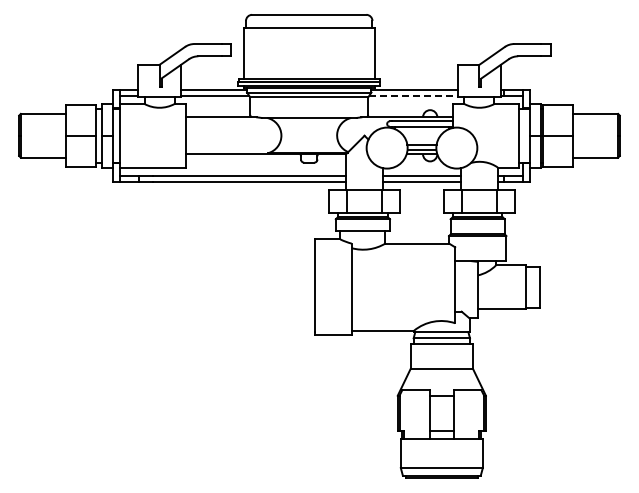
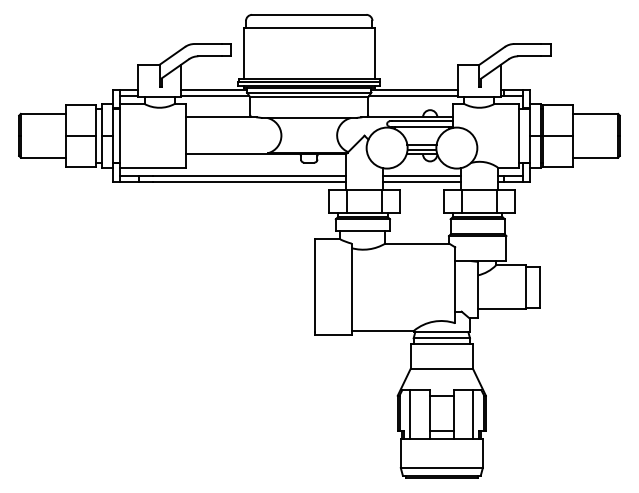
line at (414, 95): dashed -> solid
line at (410, 414): none -> present
line at (473, 414): none -> present
